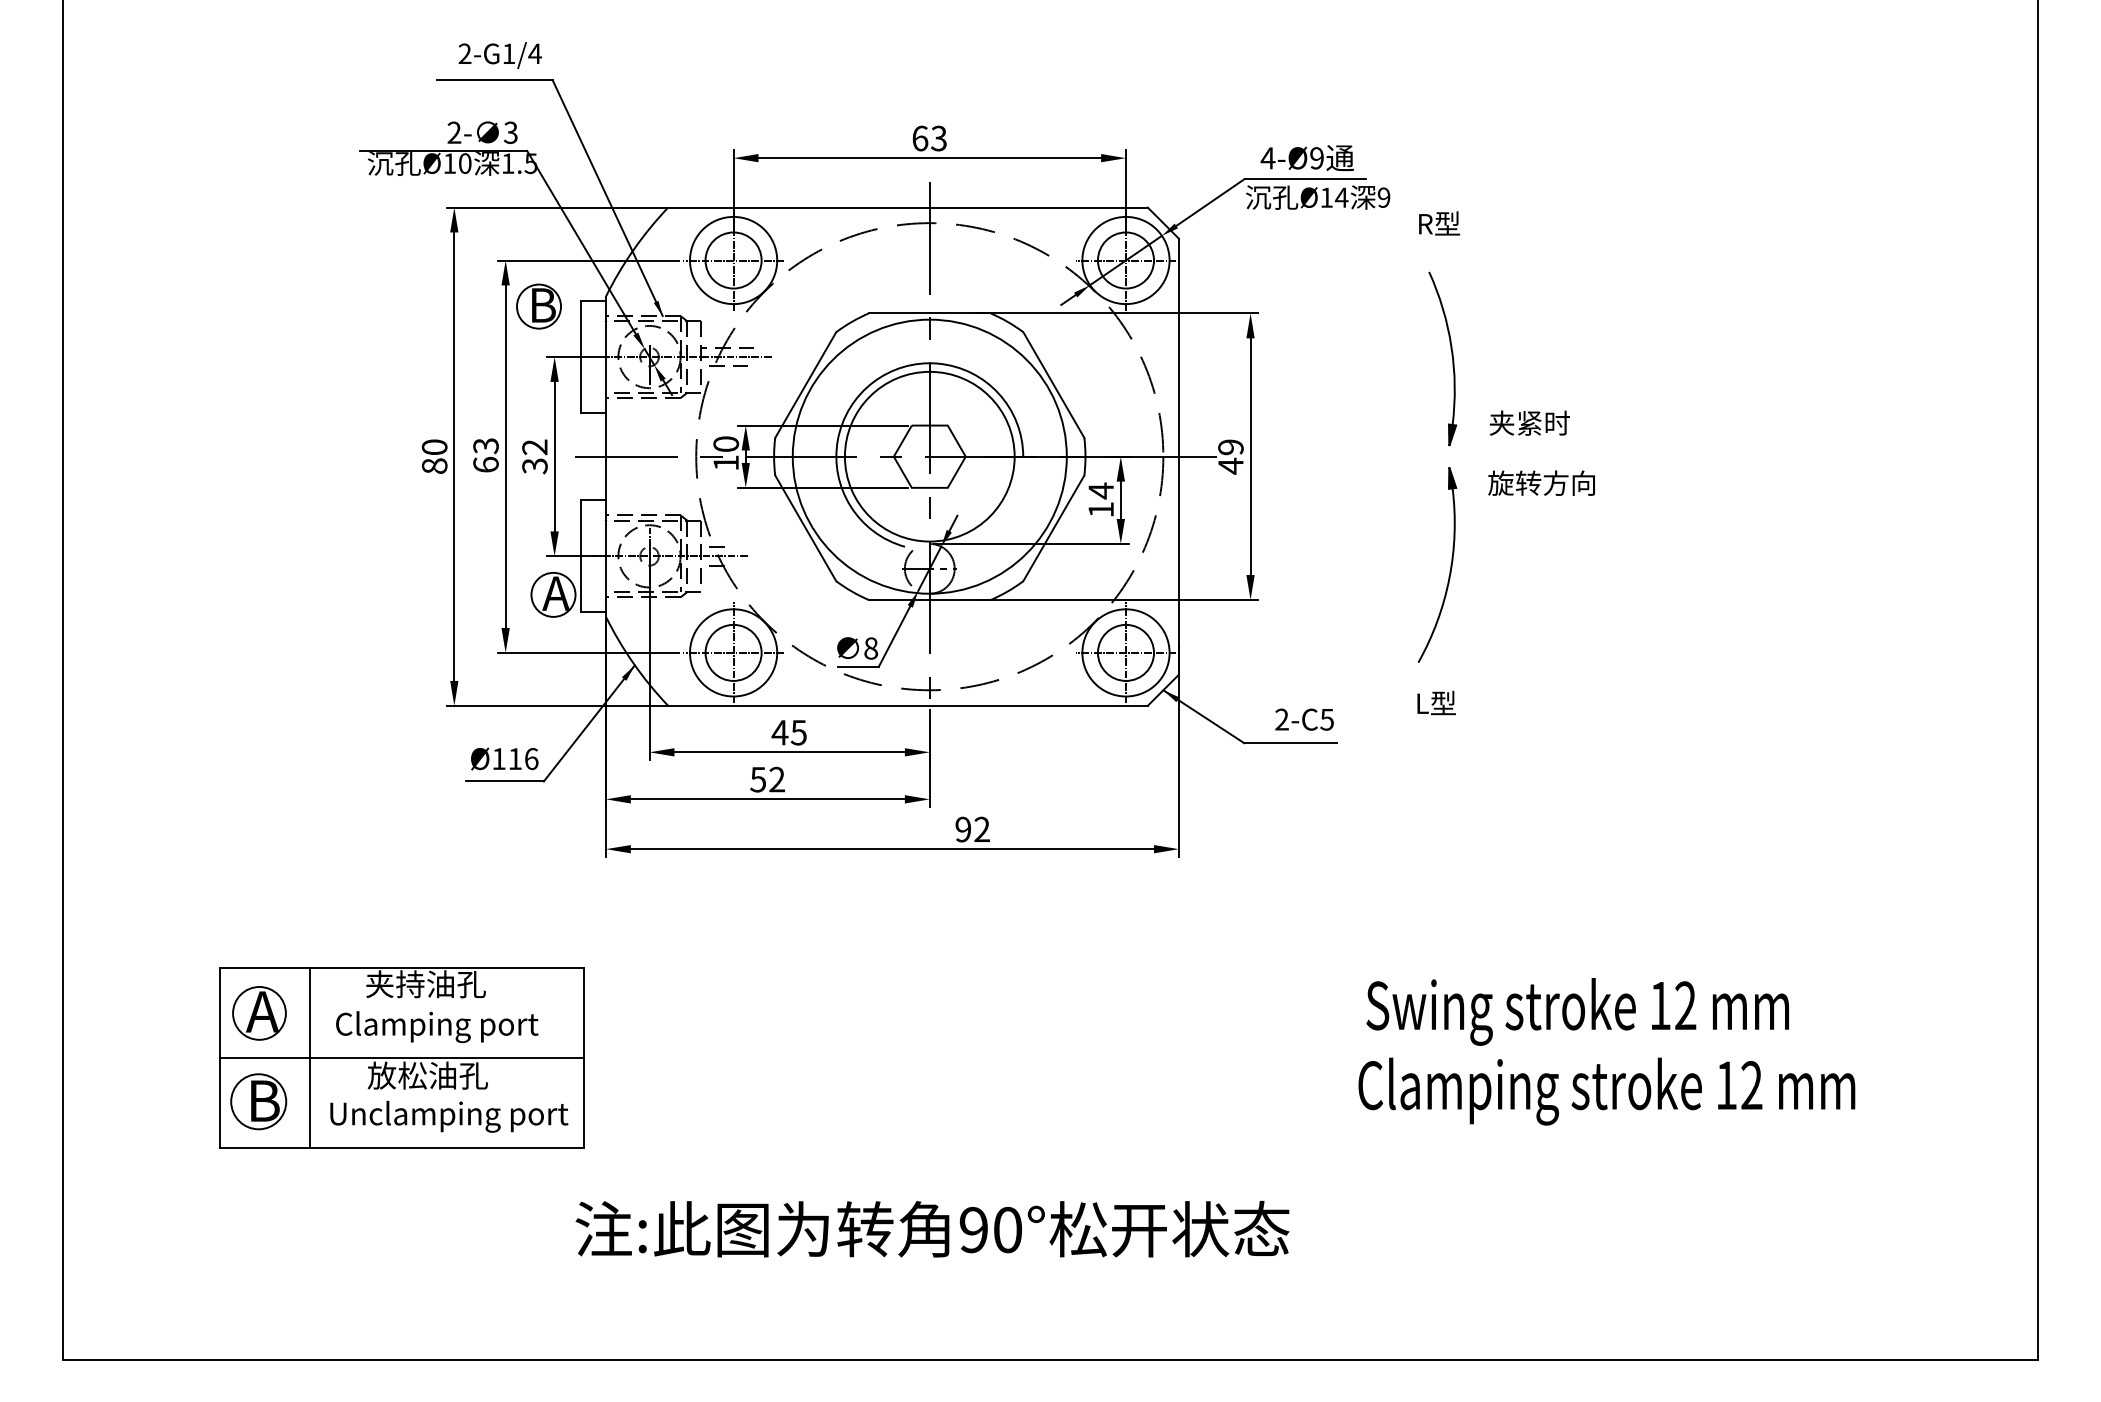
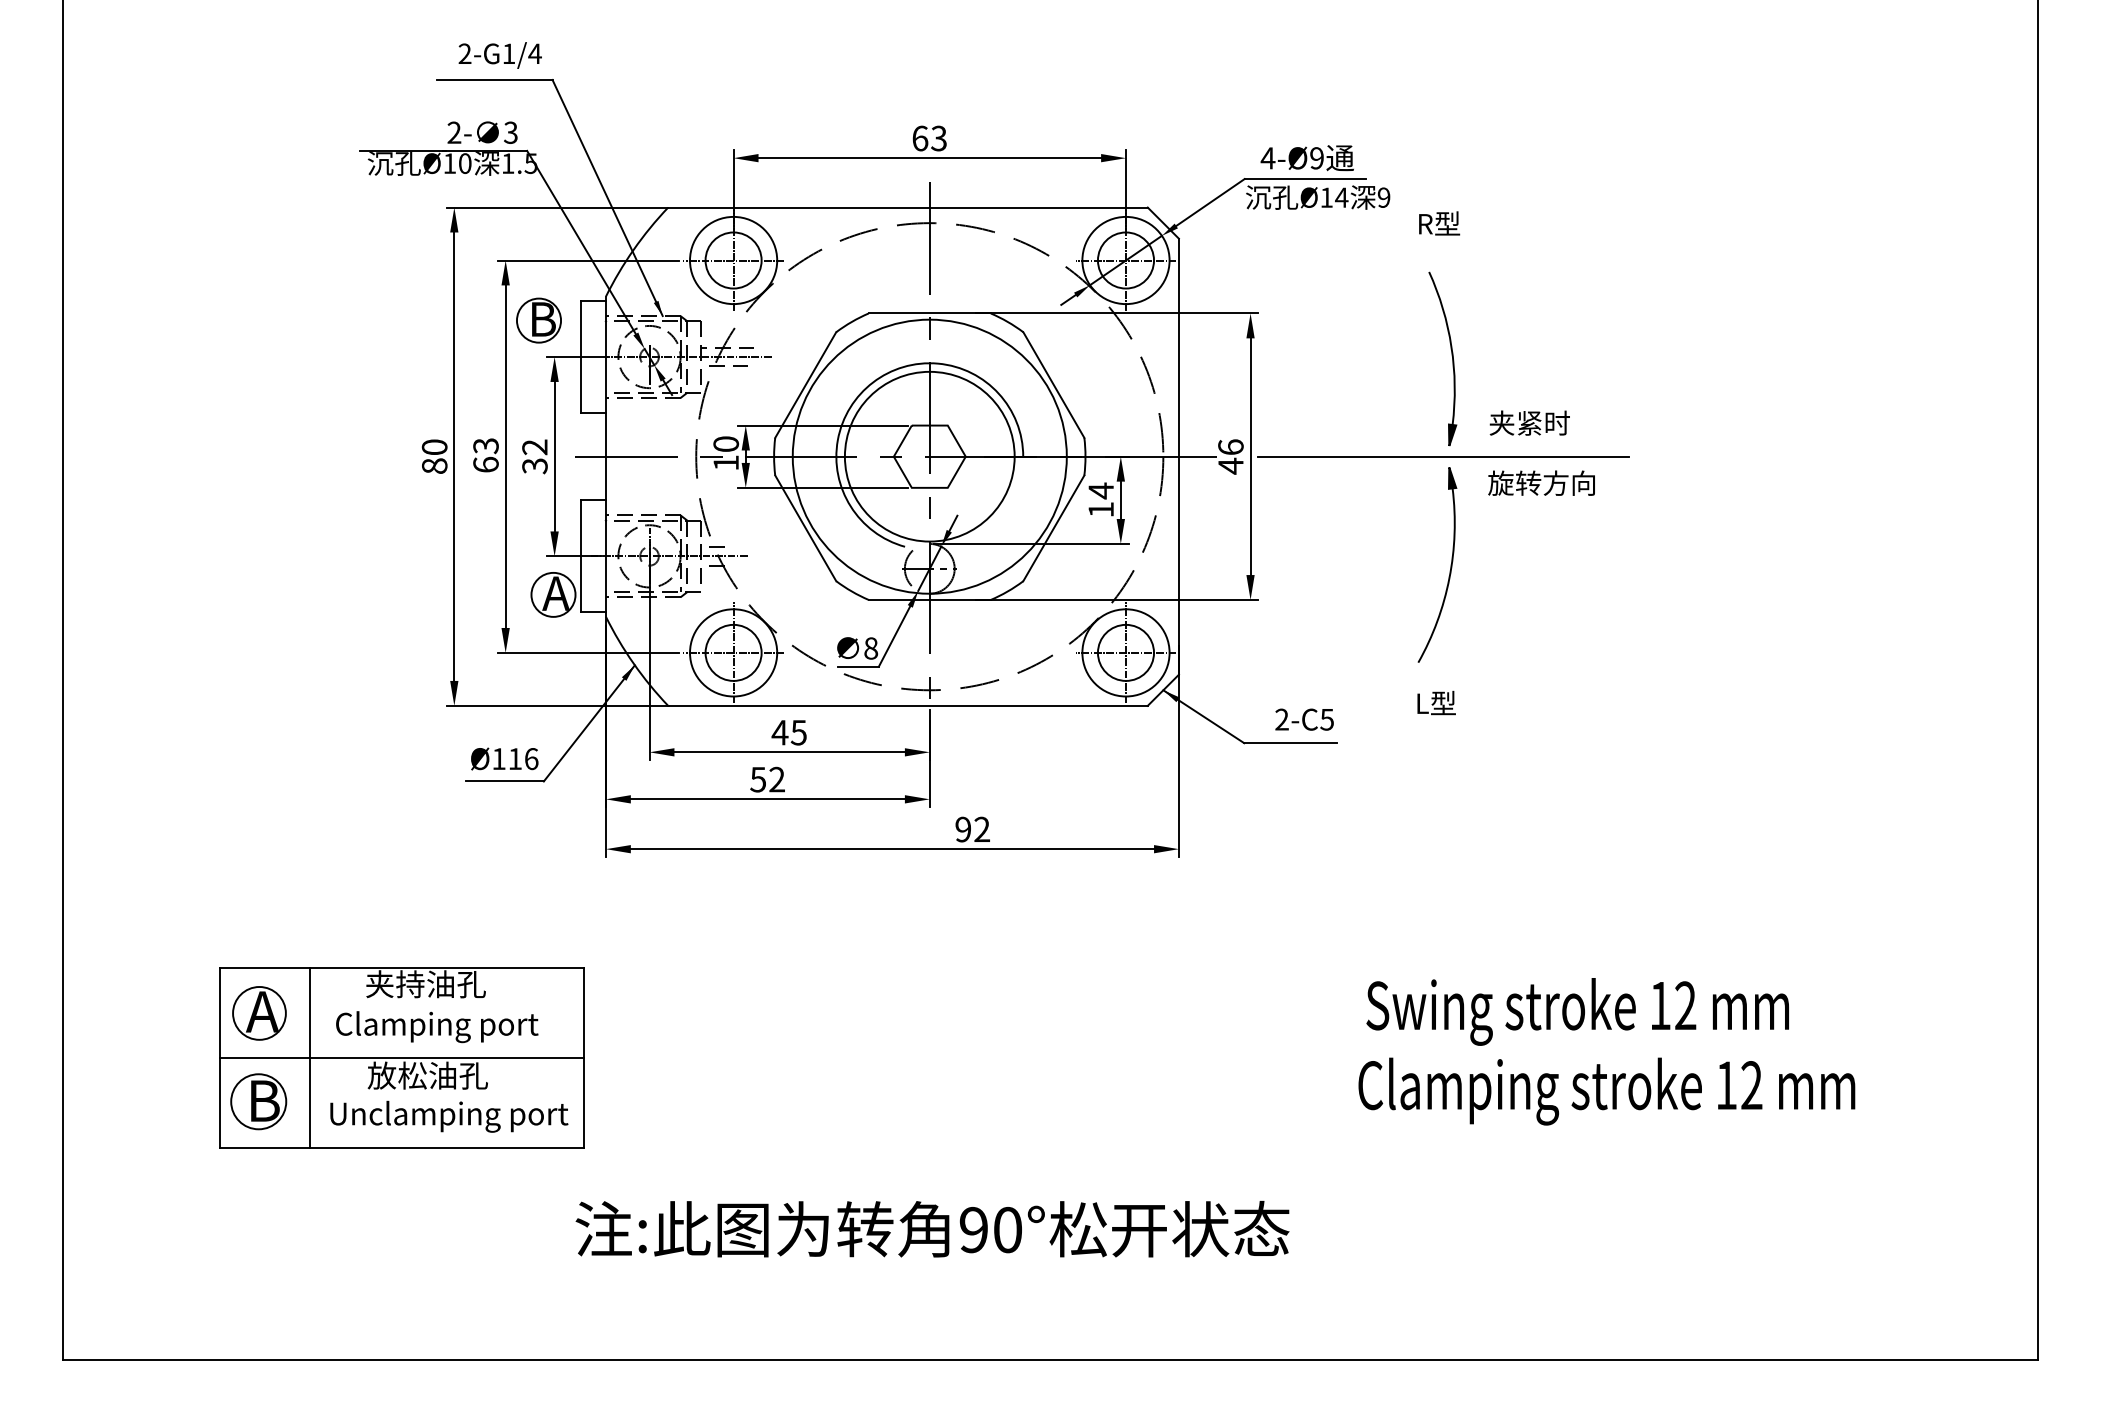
part at (538, 306) position: (538, 306) -> (538, 320)
text at (1230, 447): 49 -> 46
line at (1443, 456): none -> present
